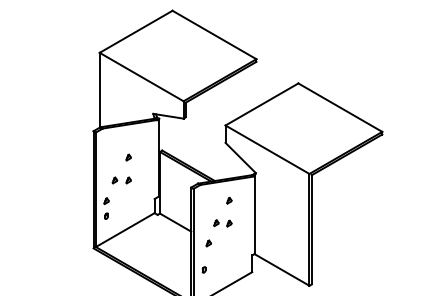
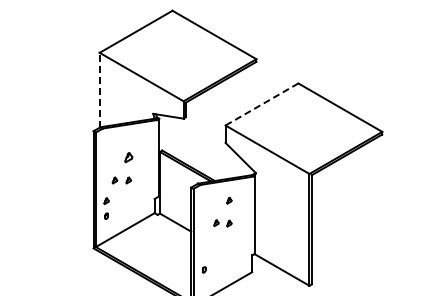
line at (99, 89): solid -> dashed
line at (261, 104): solid -> dashed
part at (128, 157) size: 7x9 px -> 10x12 px
part at (208, 243): present -> none
